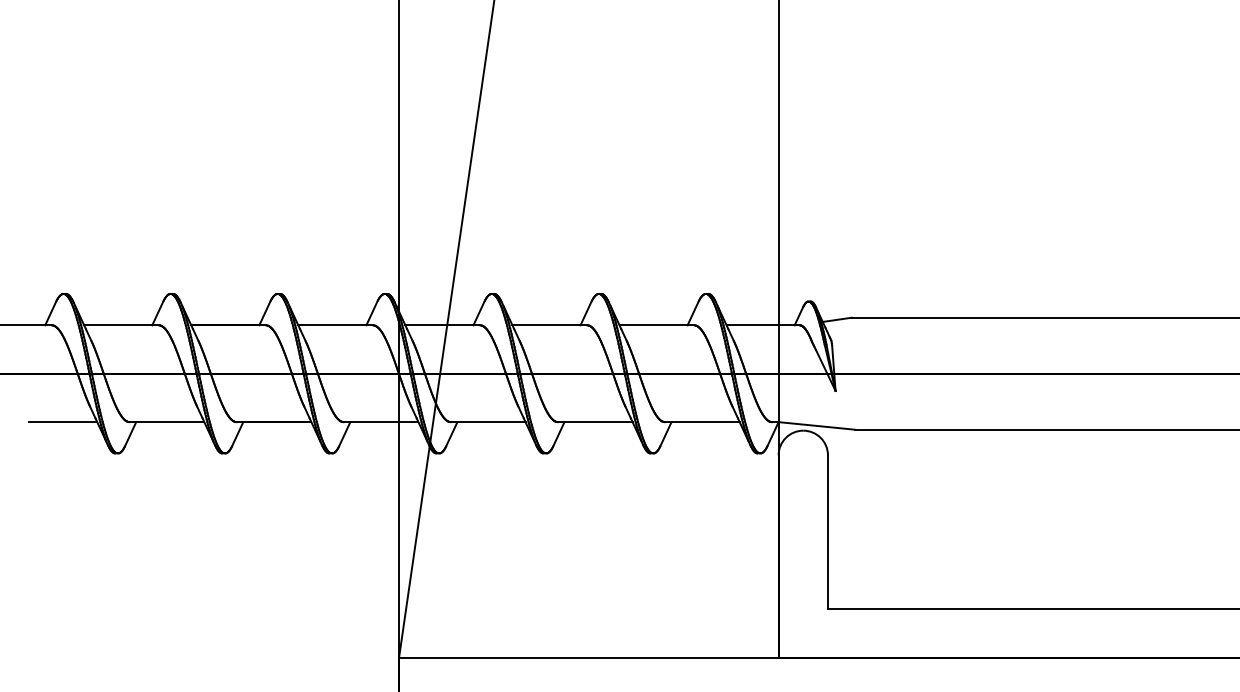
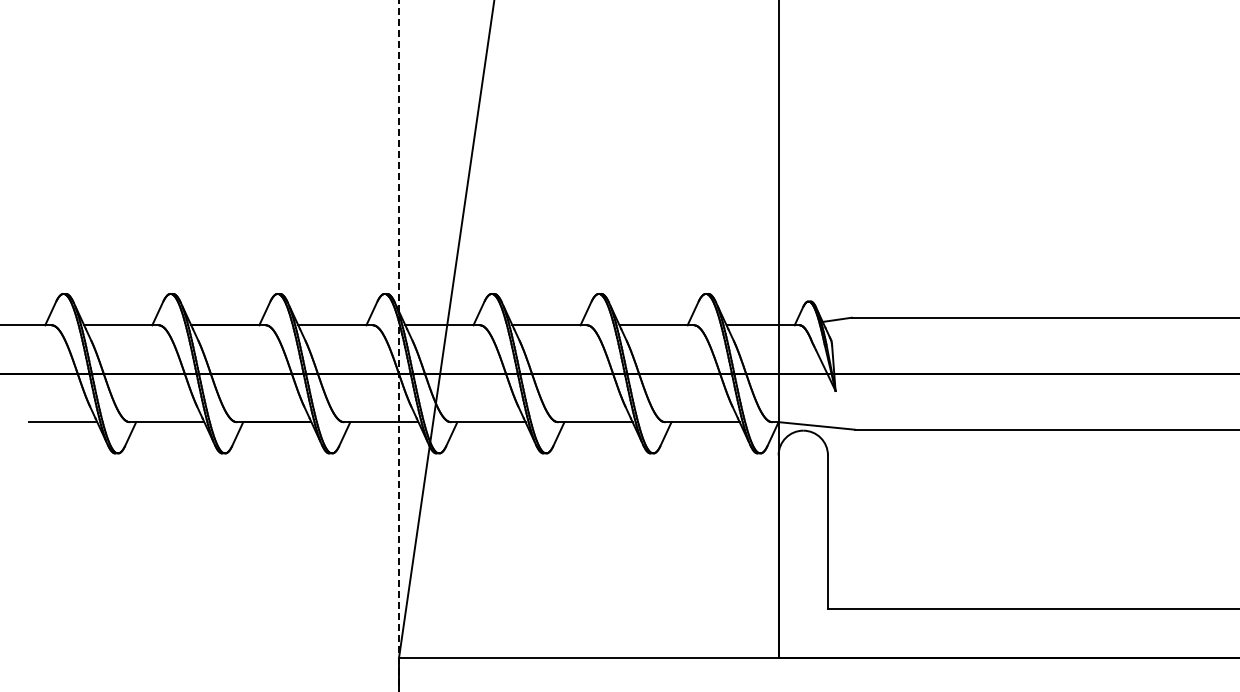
line at (398, 346): solid -> dashed
